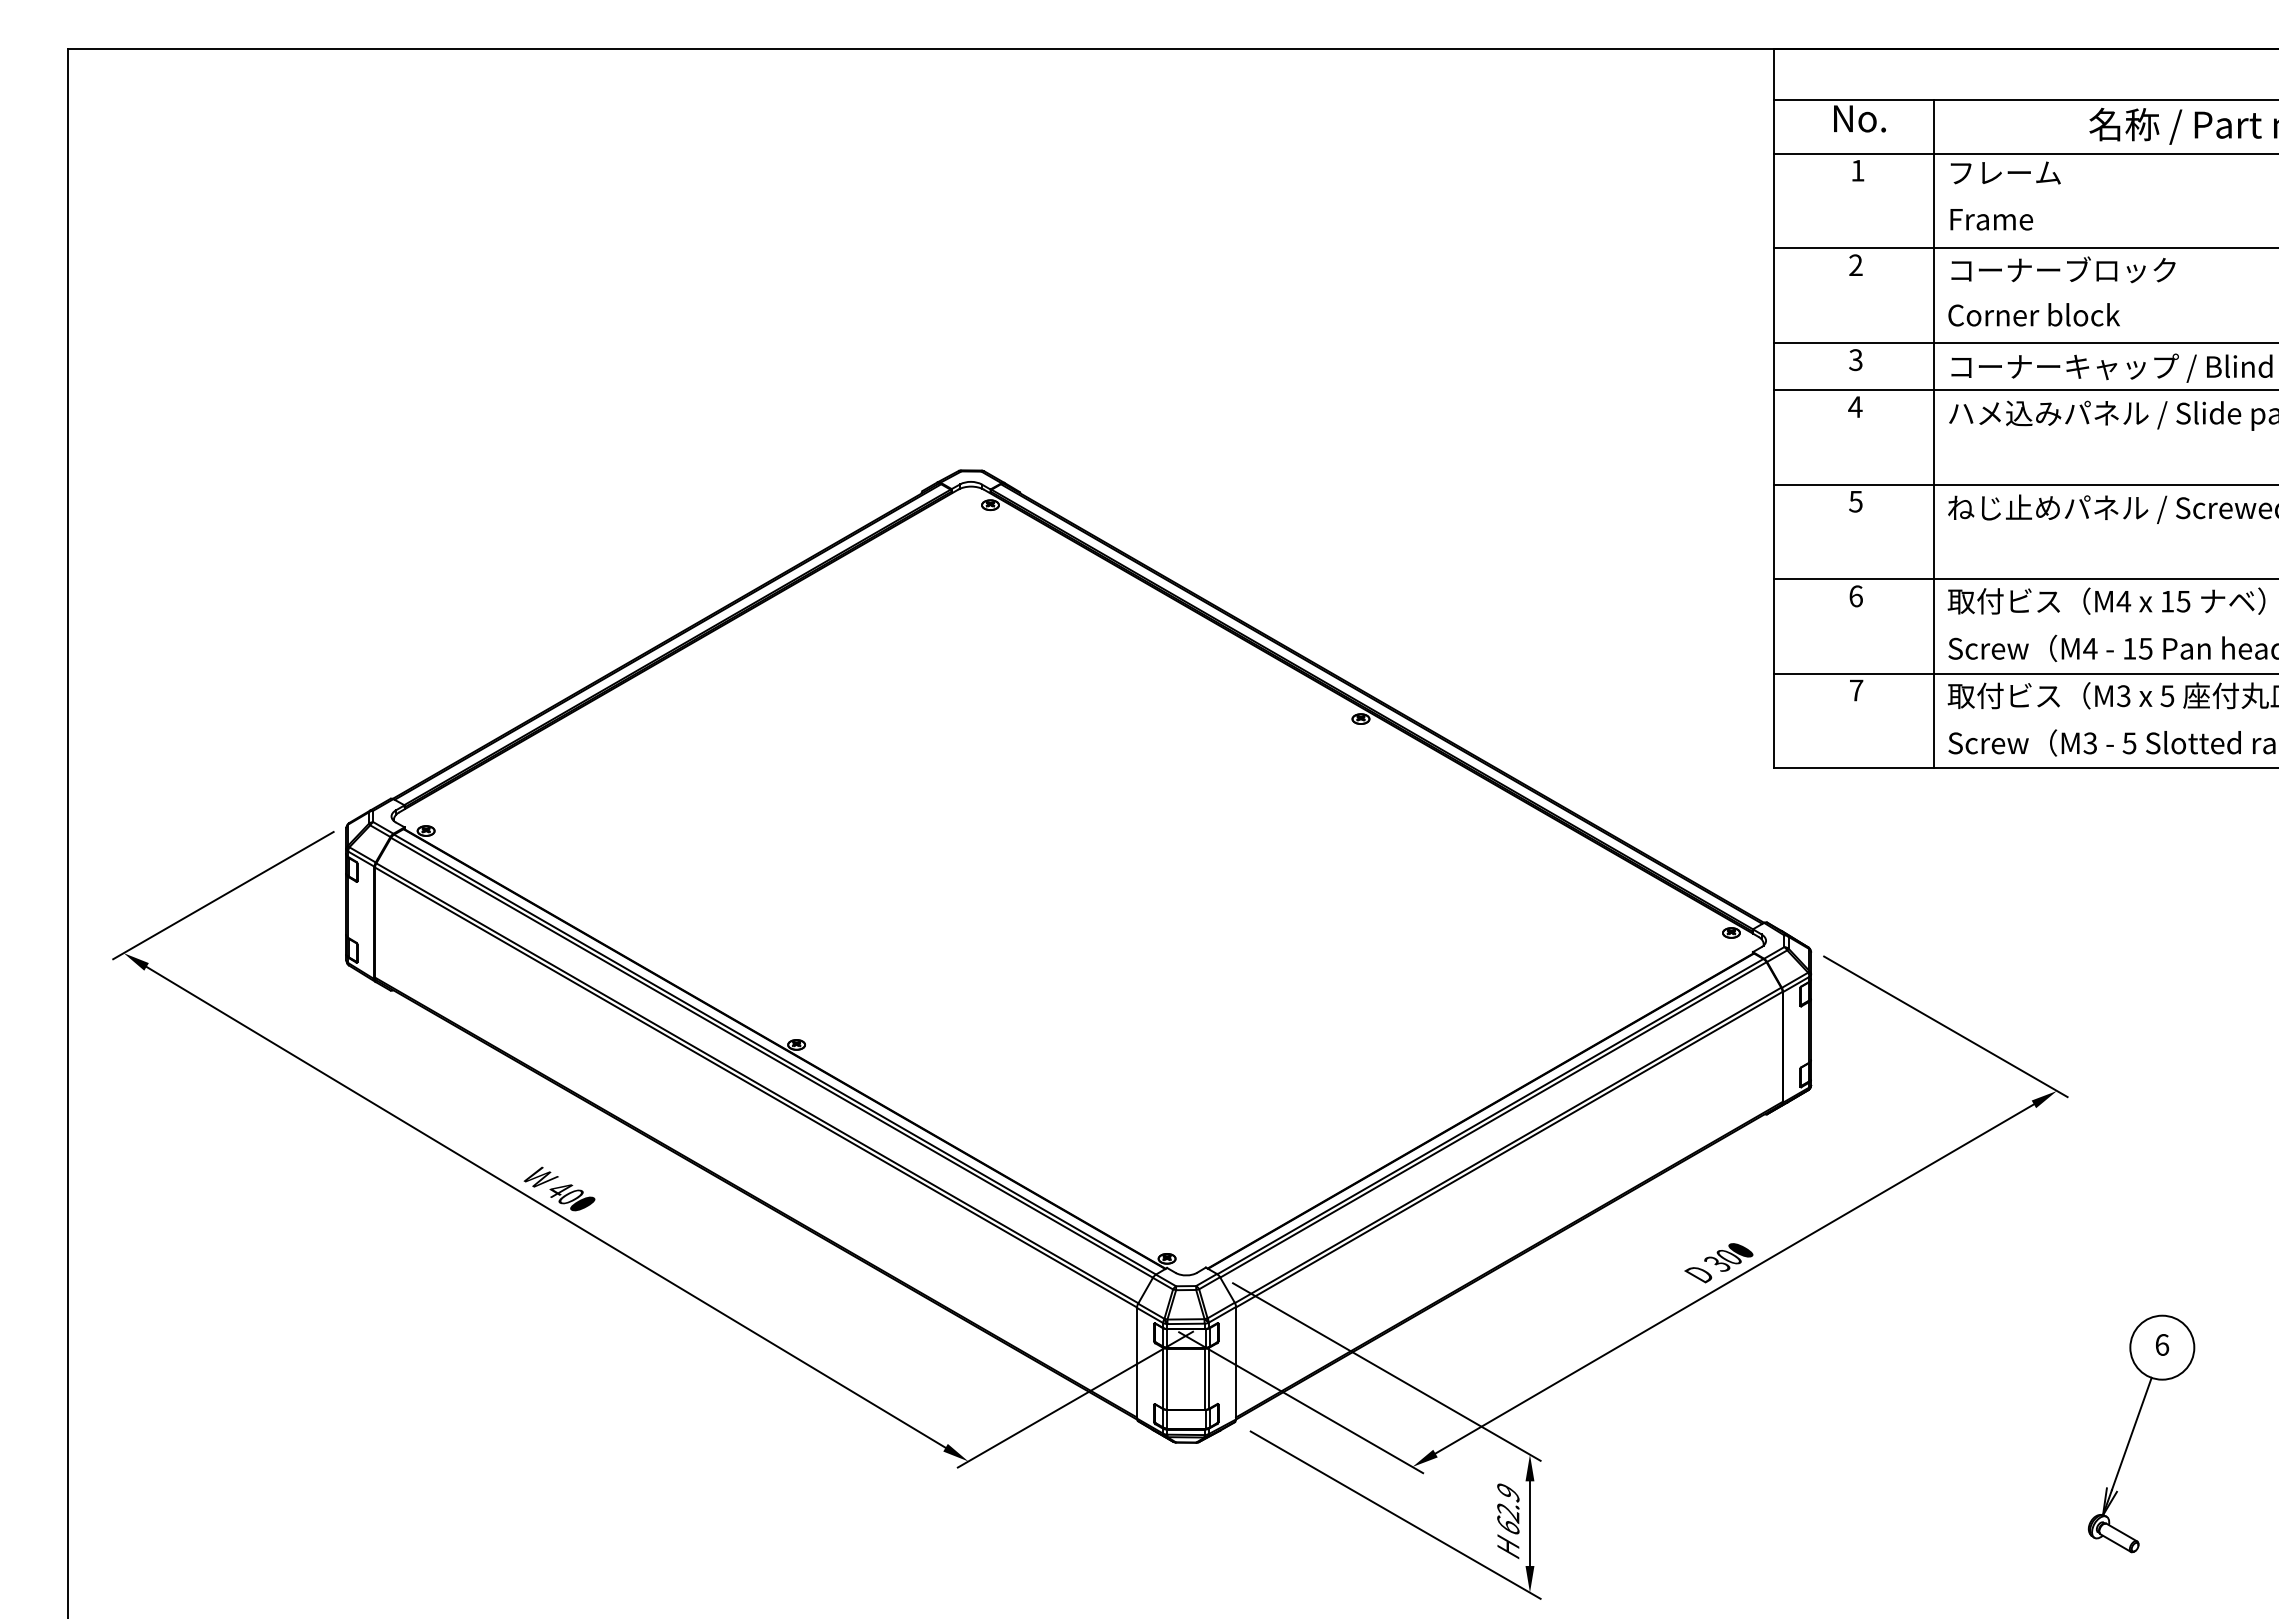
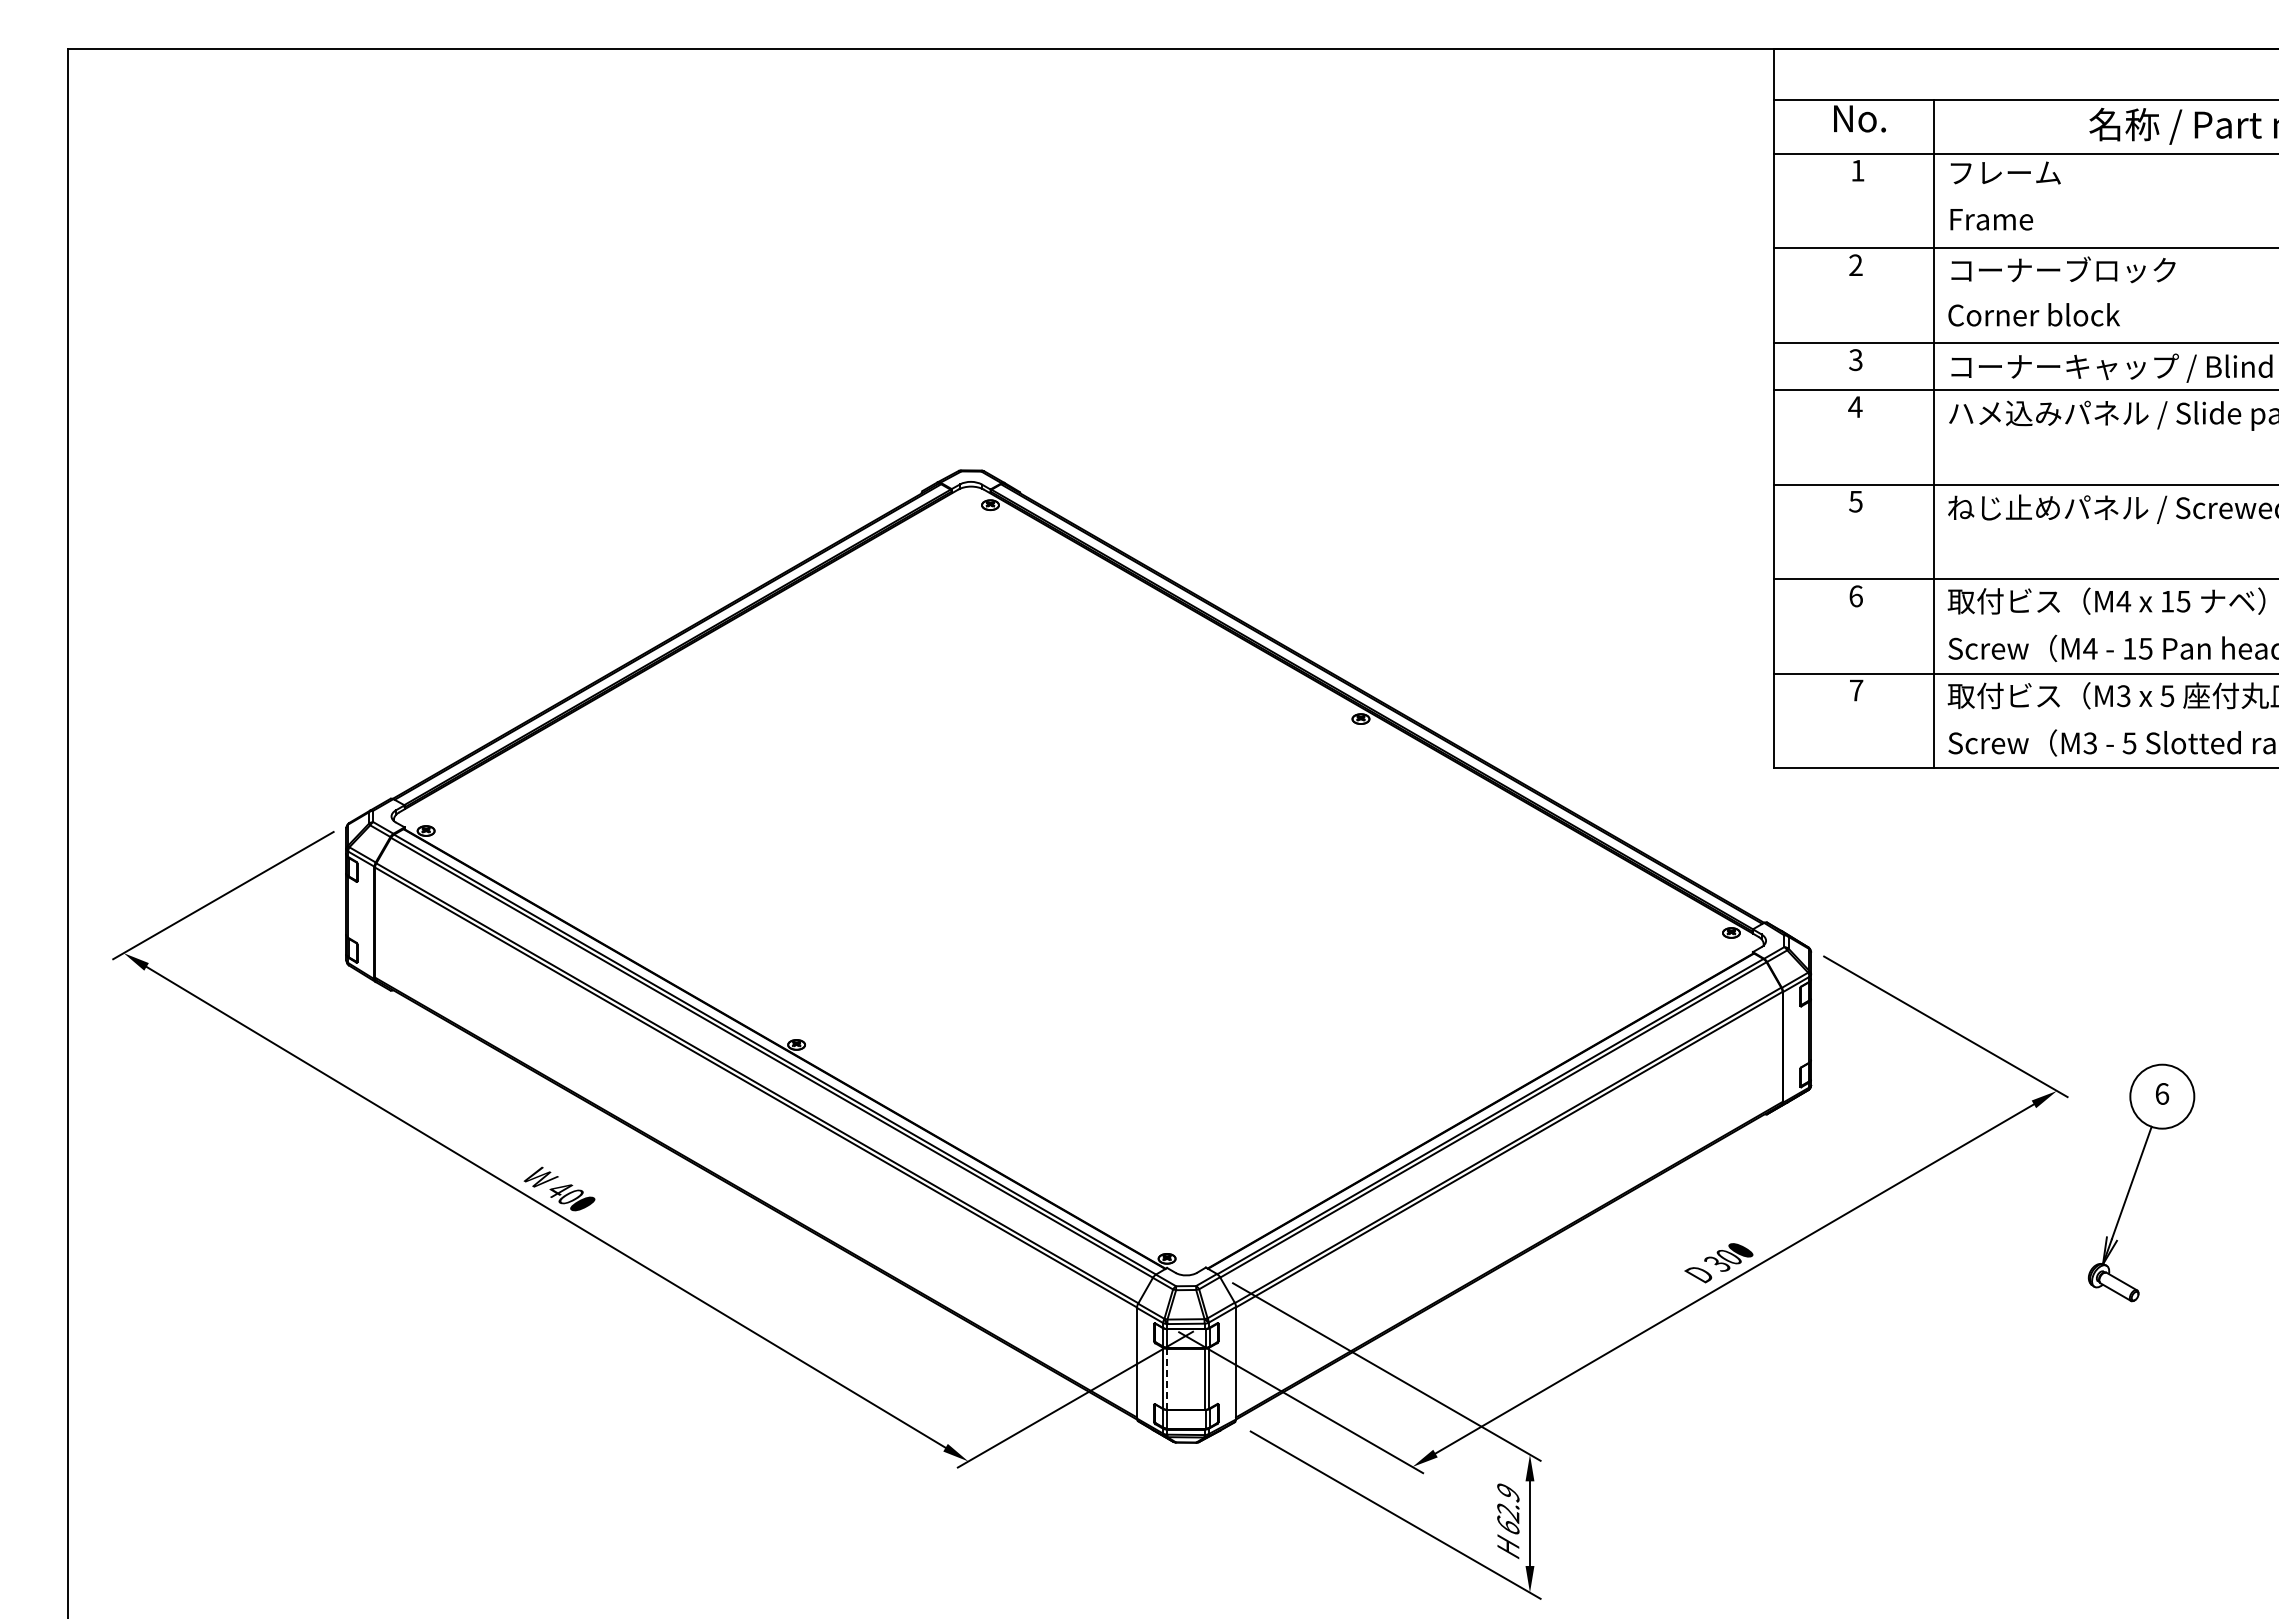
line at (1167, 1378): solid -> dashed
part at (2134, 1429) position: (2134, 1429) -> (2134, 1178)
